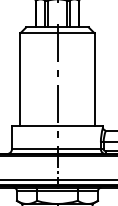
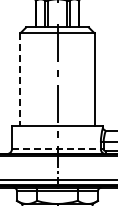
line at (20, 80): solid -> dashed
line at (56, 149): solid -> dashed
